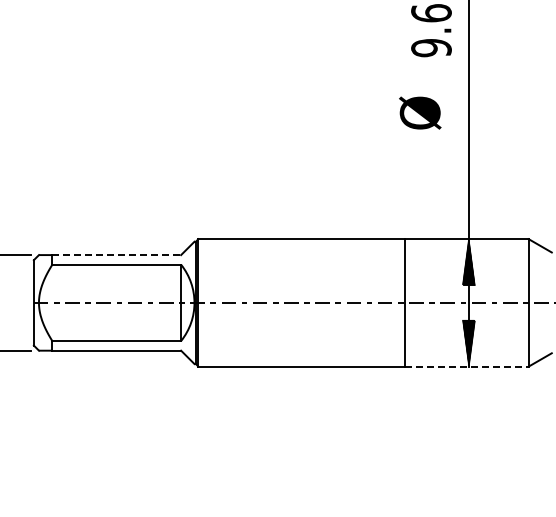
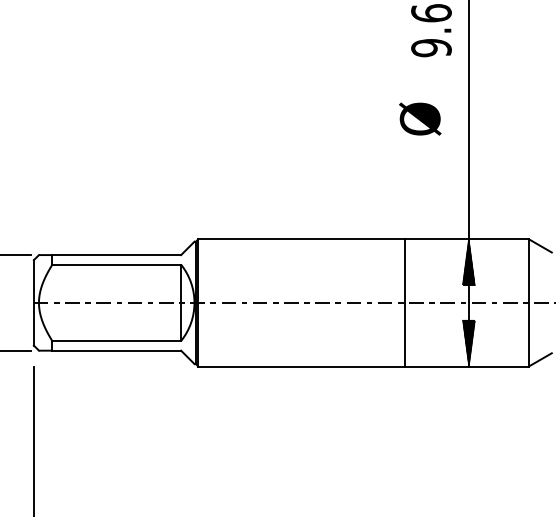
text at (420, 112) position: (420, 112) -> (420, 118)
line at (117, 255): dashed -> solid
line at (466, 366): dashed -> solid
line at (33, 439): none -> present
